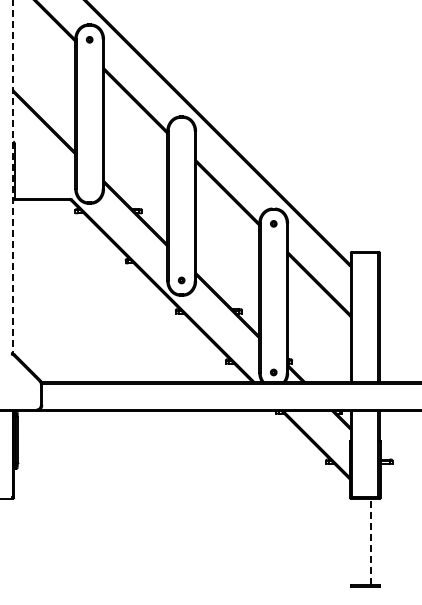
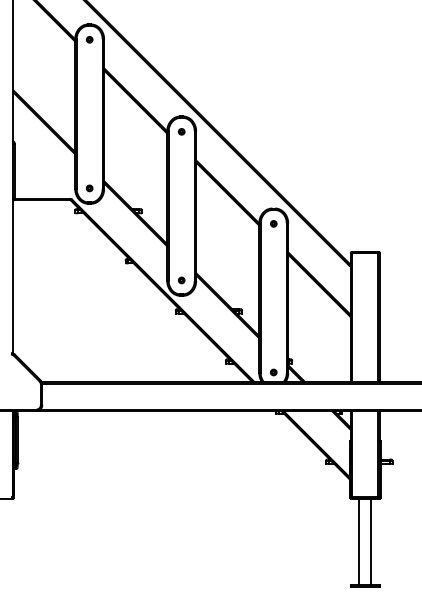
part at (181, 131): none -> present
line at (13, 177): dashed -> solid
part at (89, 188): none -> present
line at (359, 541): none -> present
line at (371, 541): dashed -> solid
